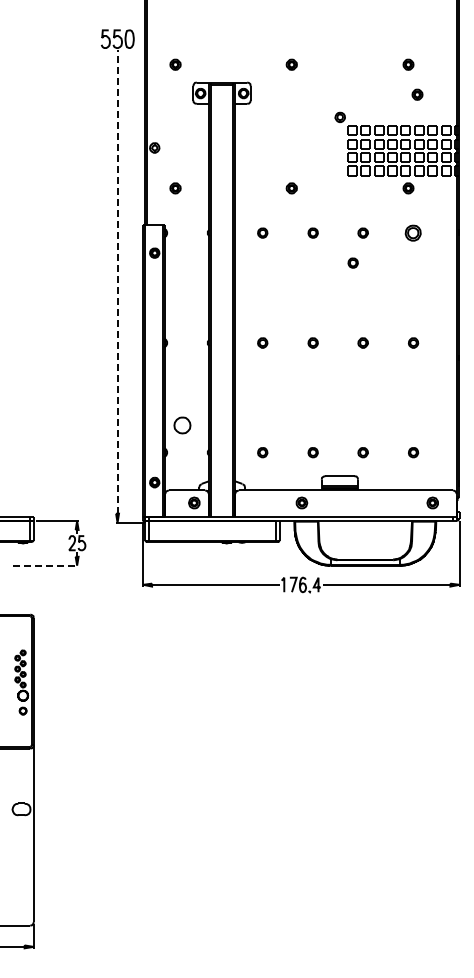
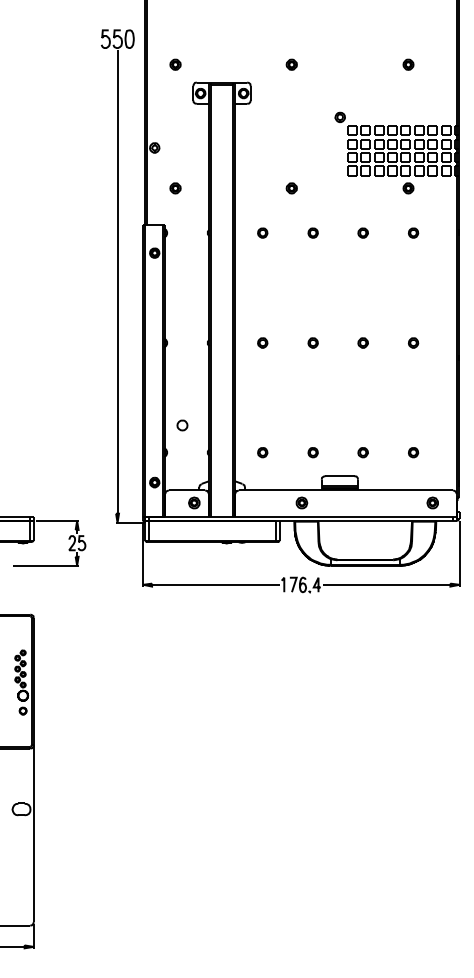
part at (417, 94): present -> none
part at (412, 232) size: 18x18 px -> 12x12 px
part at (352, 262): present -> none
line at (117, 281): dashed -> solid
part at (182, 425) size: 19x19 px -> 13x13 px
line at (46, 565): dashed -> solid
